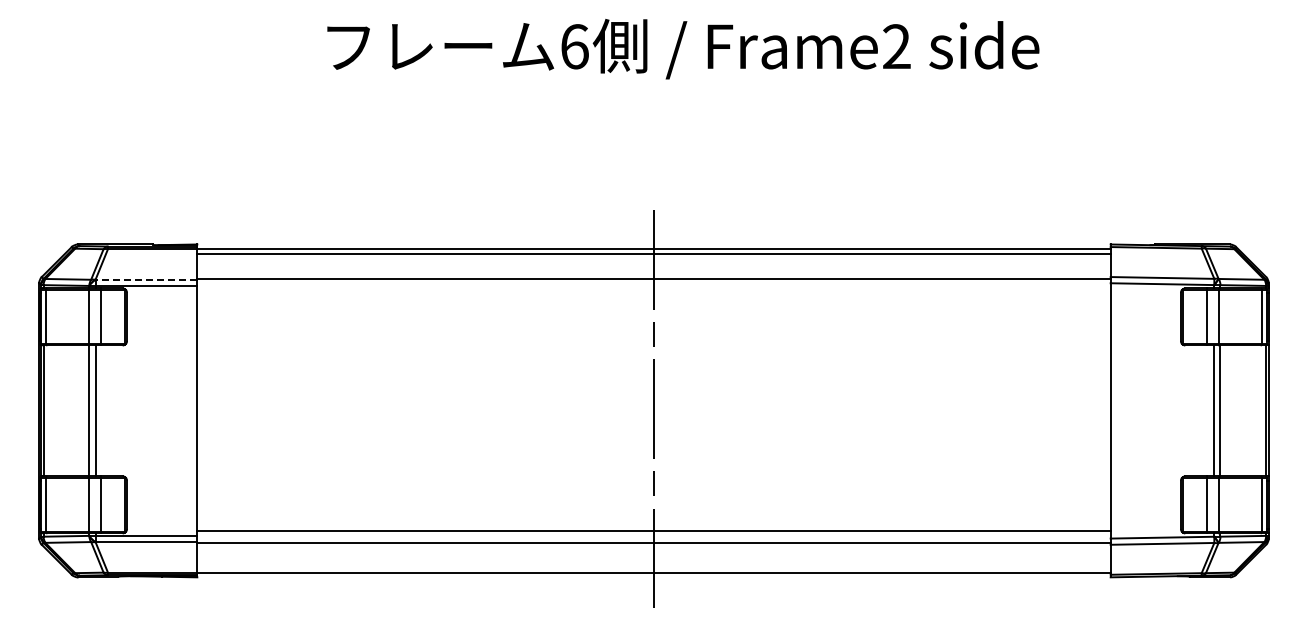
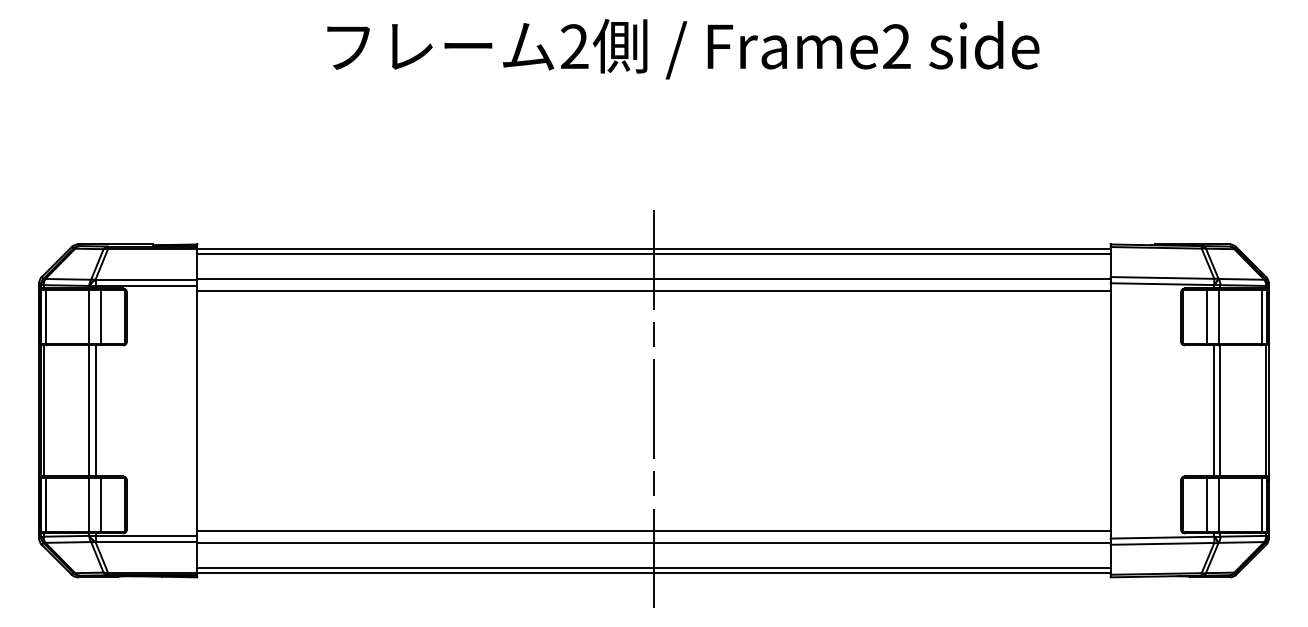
text at (574, 46): 6 -> 2
line at (146, 279): dashed -> solid
line at (653, 291): none -> present
line at (653, 567): none -> present
